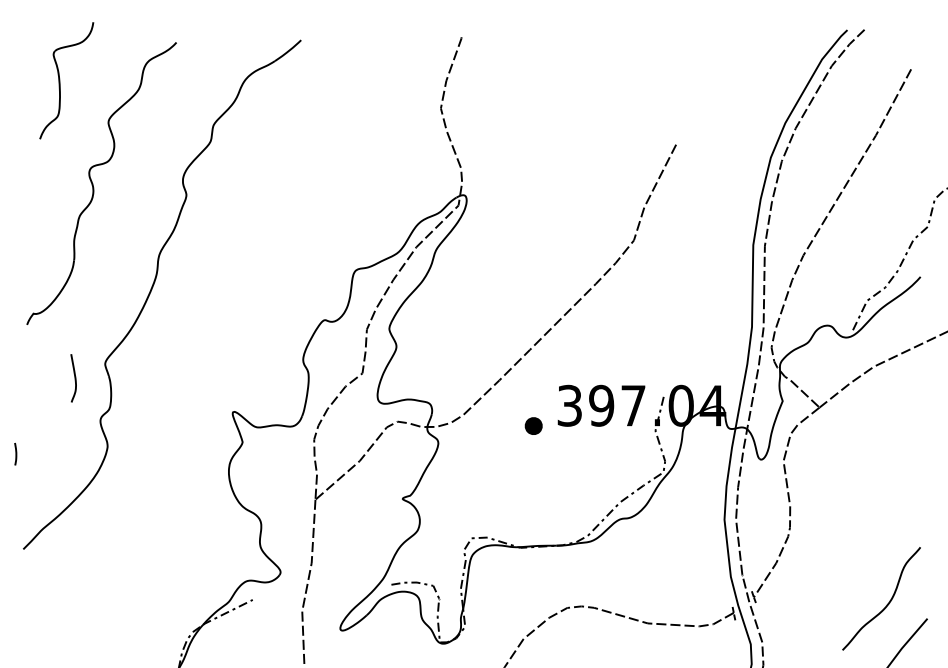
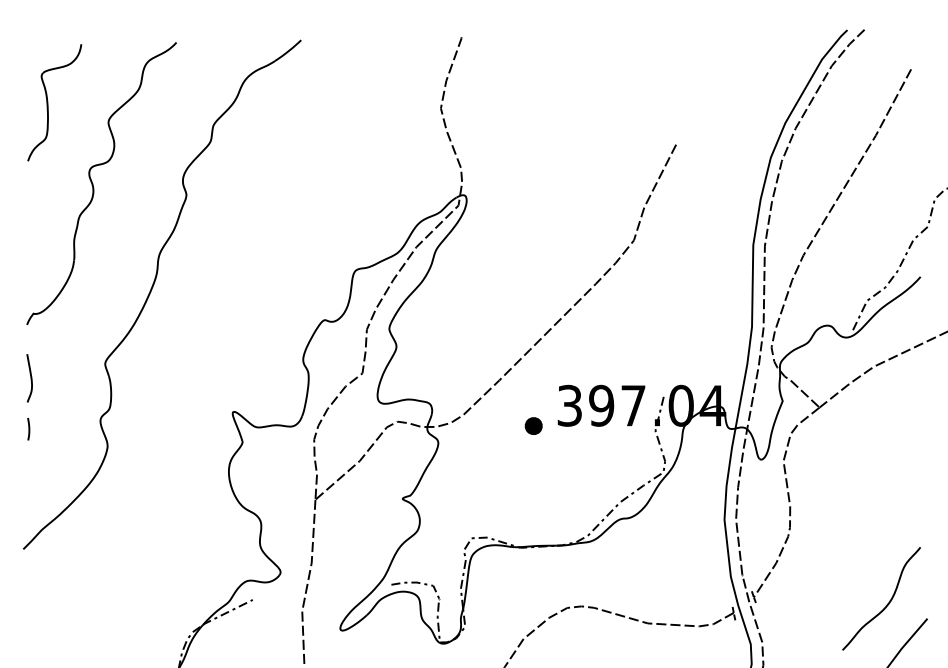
part at (66, 80) position: (66, 80) -> (54, 102)
curve at (74, 378) position: (74, 378) -> (30, 378)
line at (15, 453) position: (15, 453) -> (28, 428)
